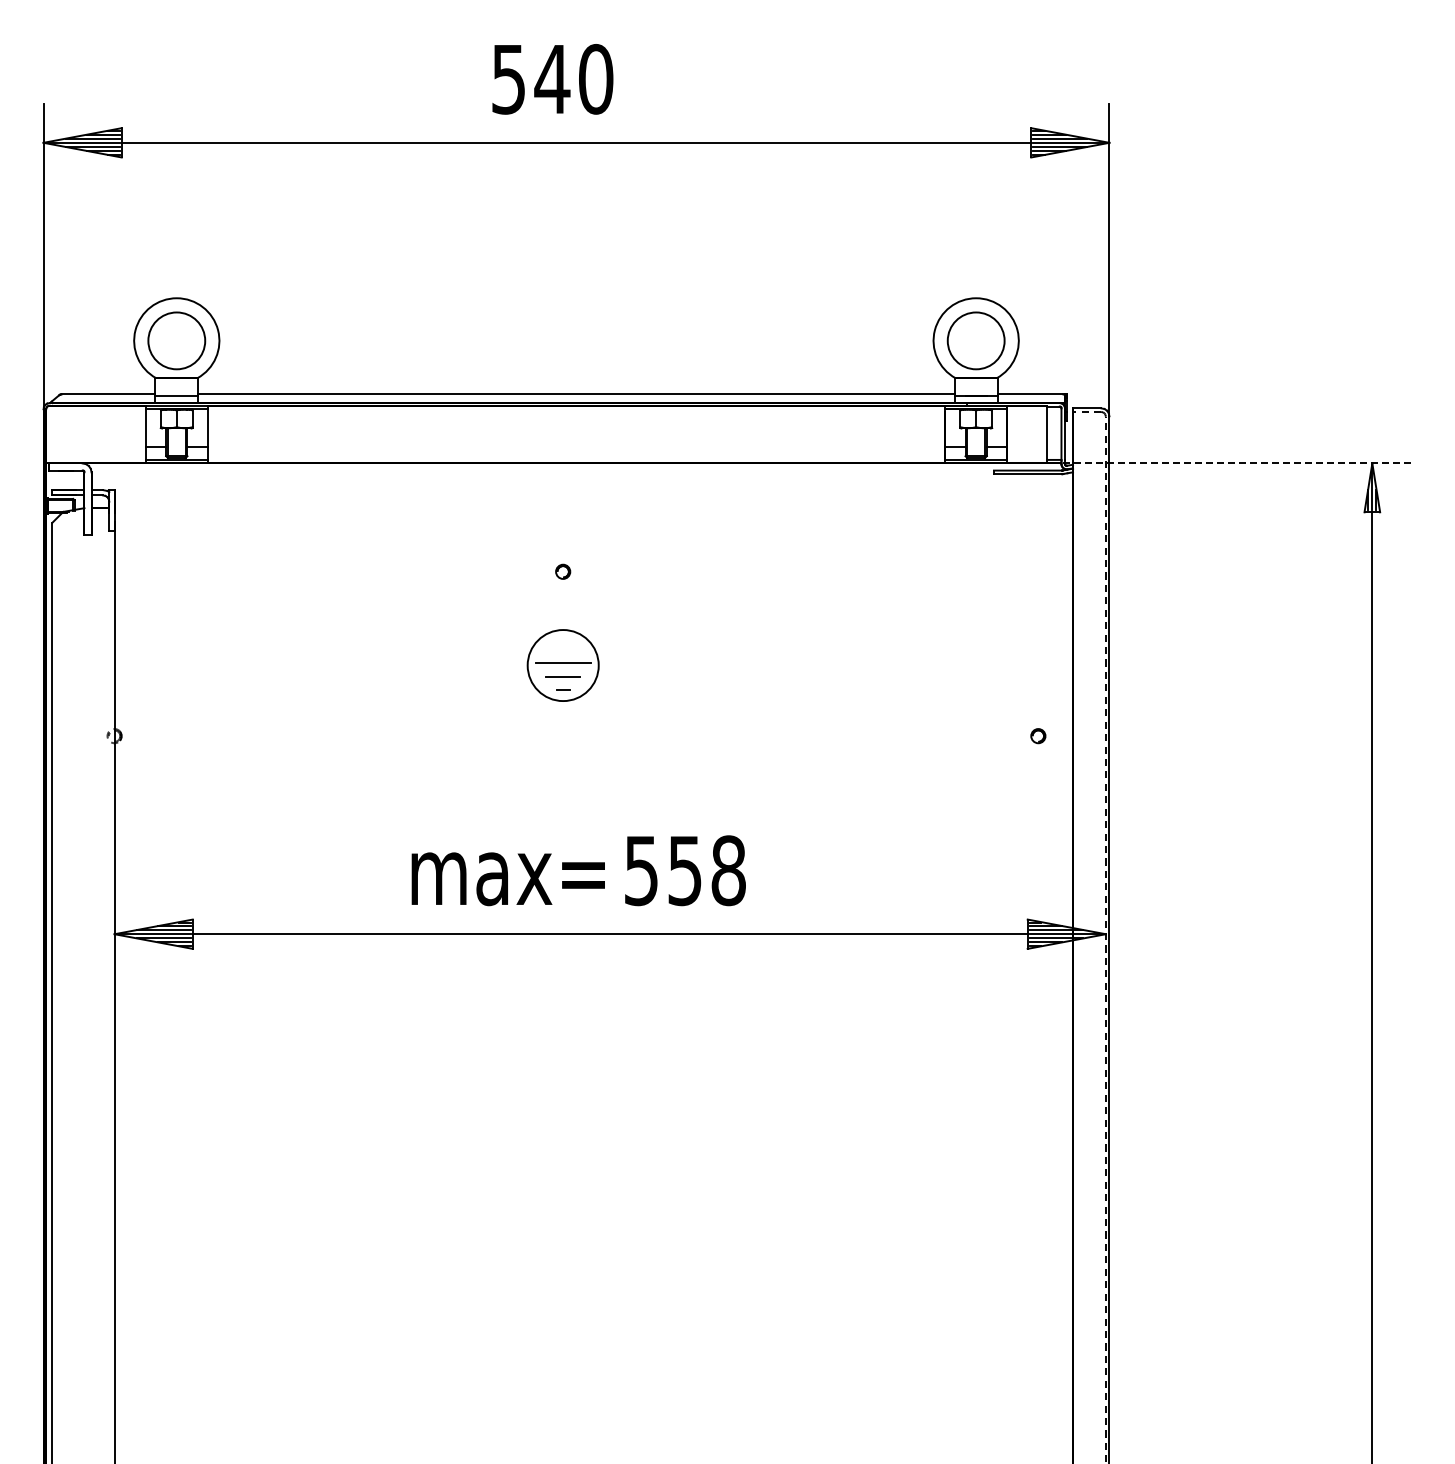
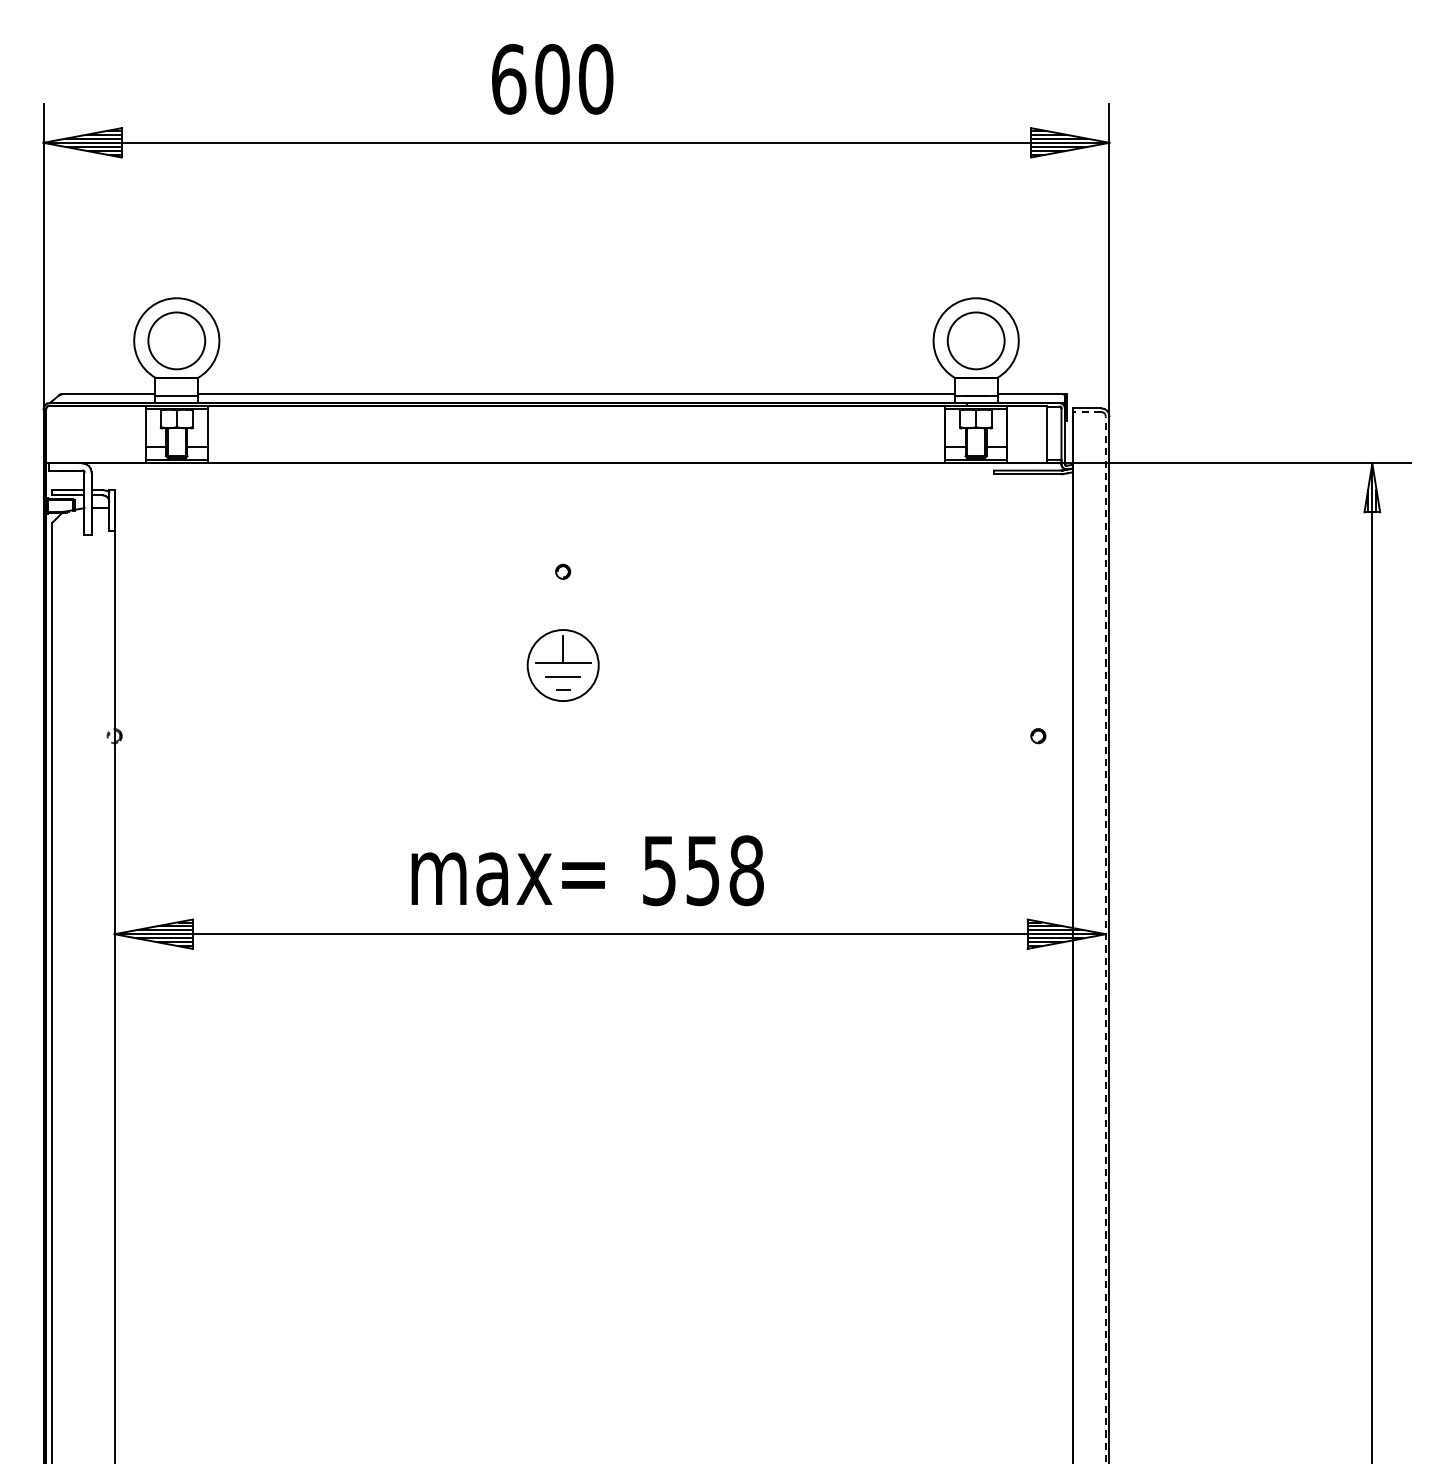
text at (531, 79): 540 -> 600
line at (1236, 463): dashed -> solid
line at (563, 648): none -> present
text at (685, 870) position: (685, 870) -> (703, 870)
